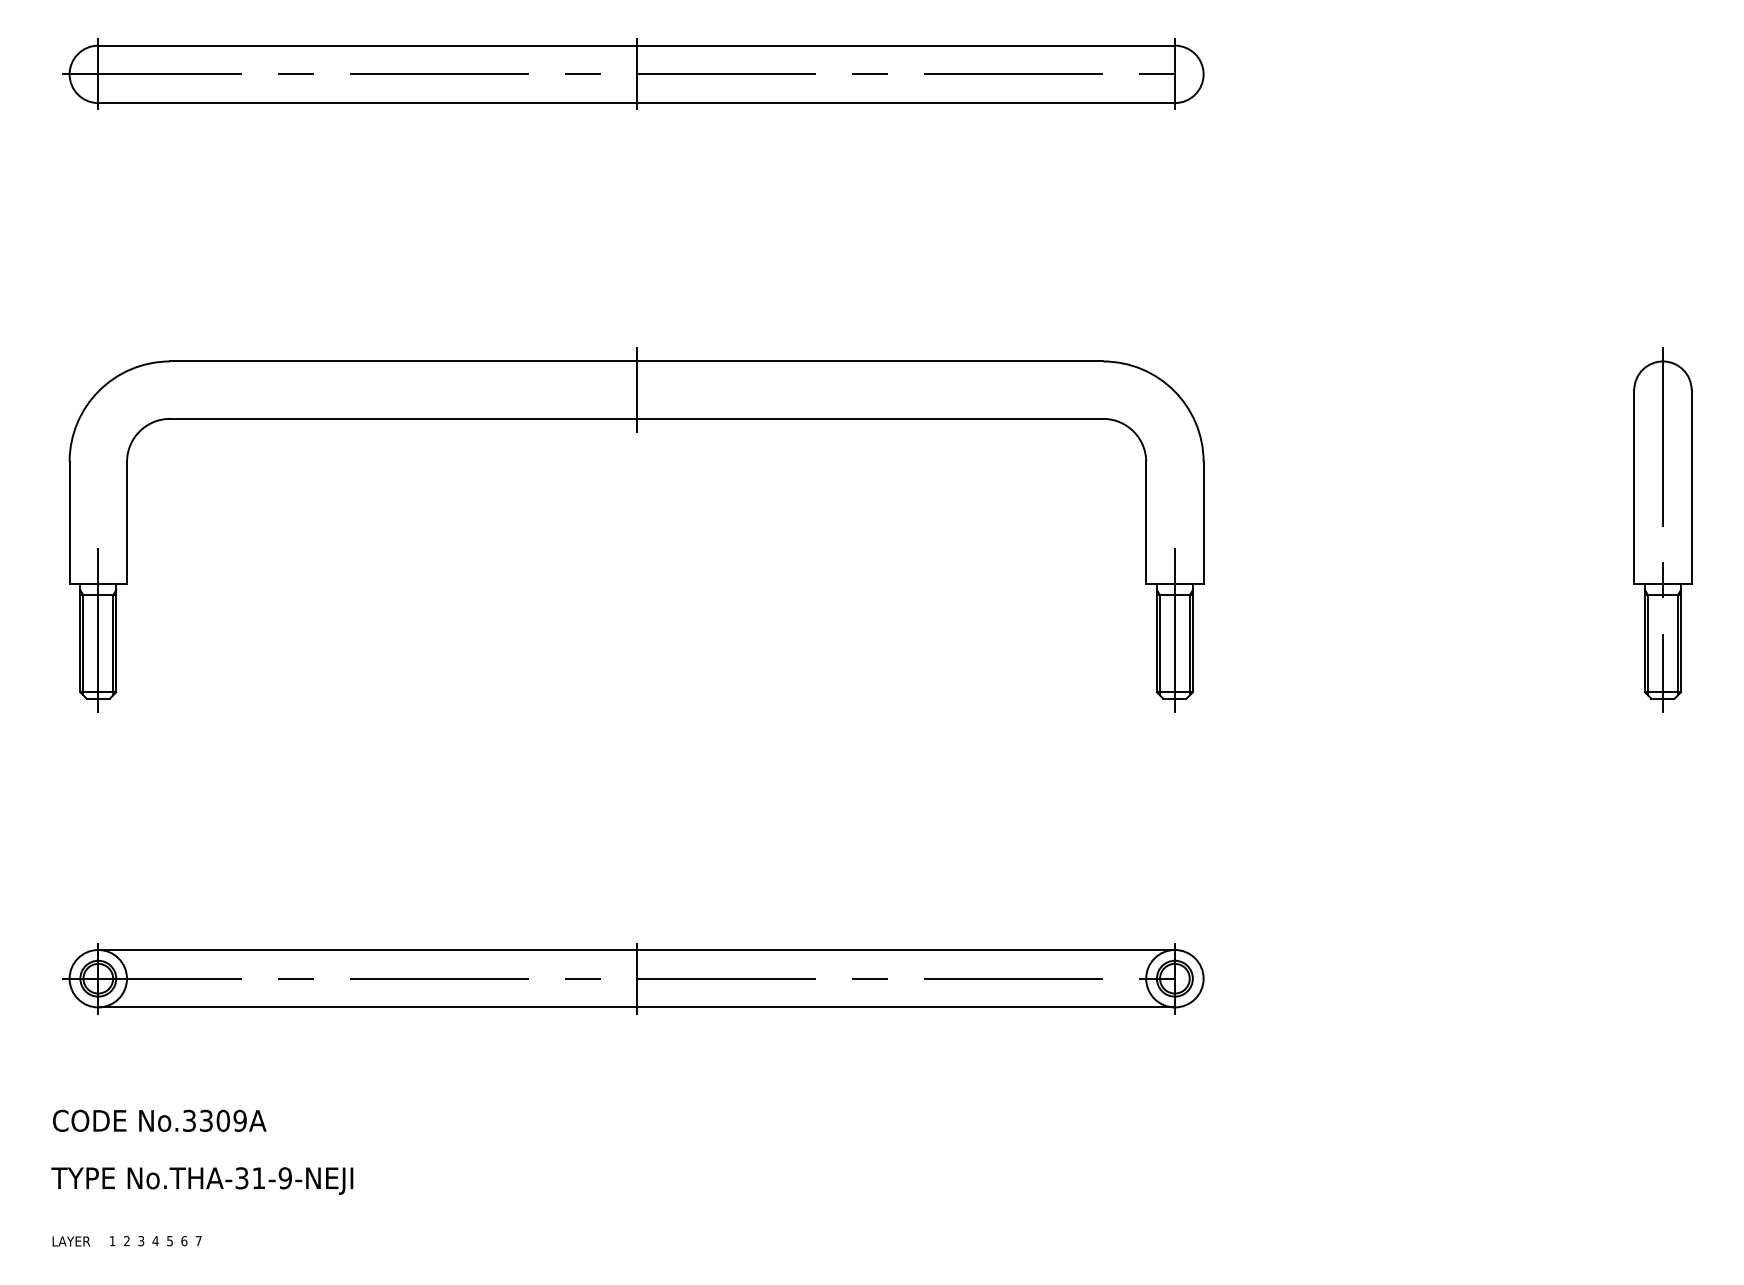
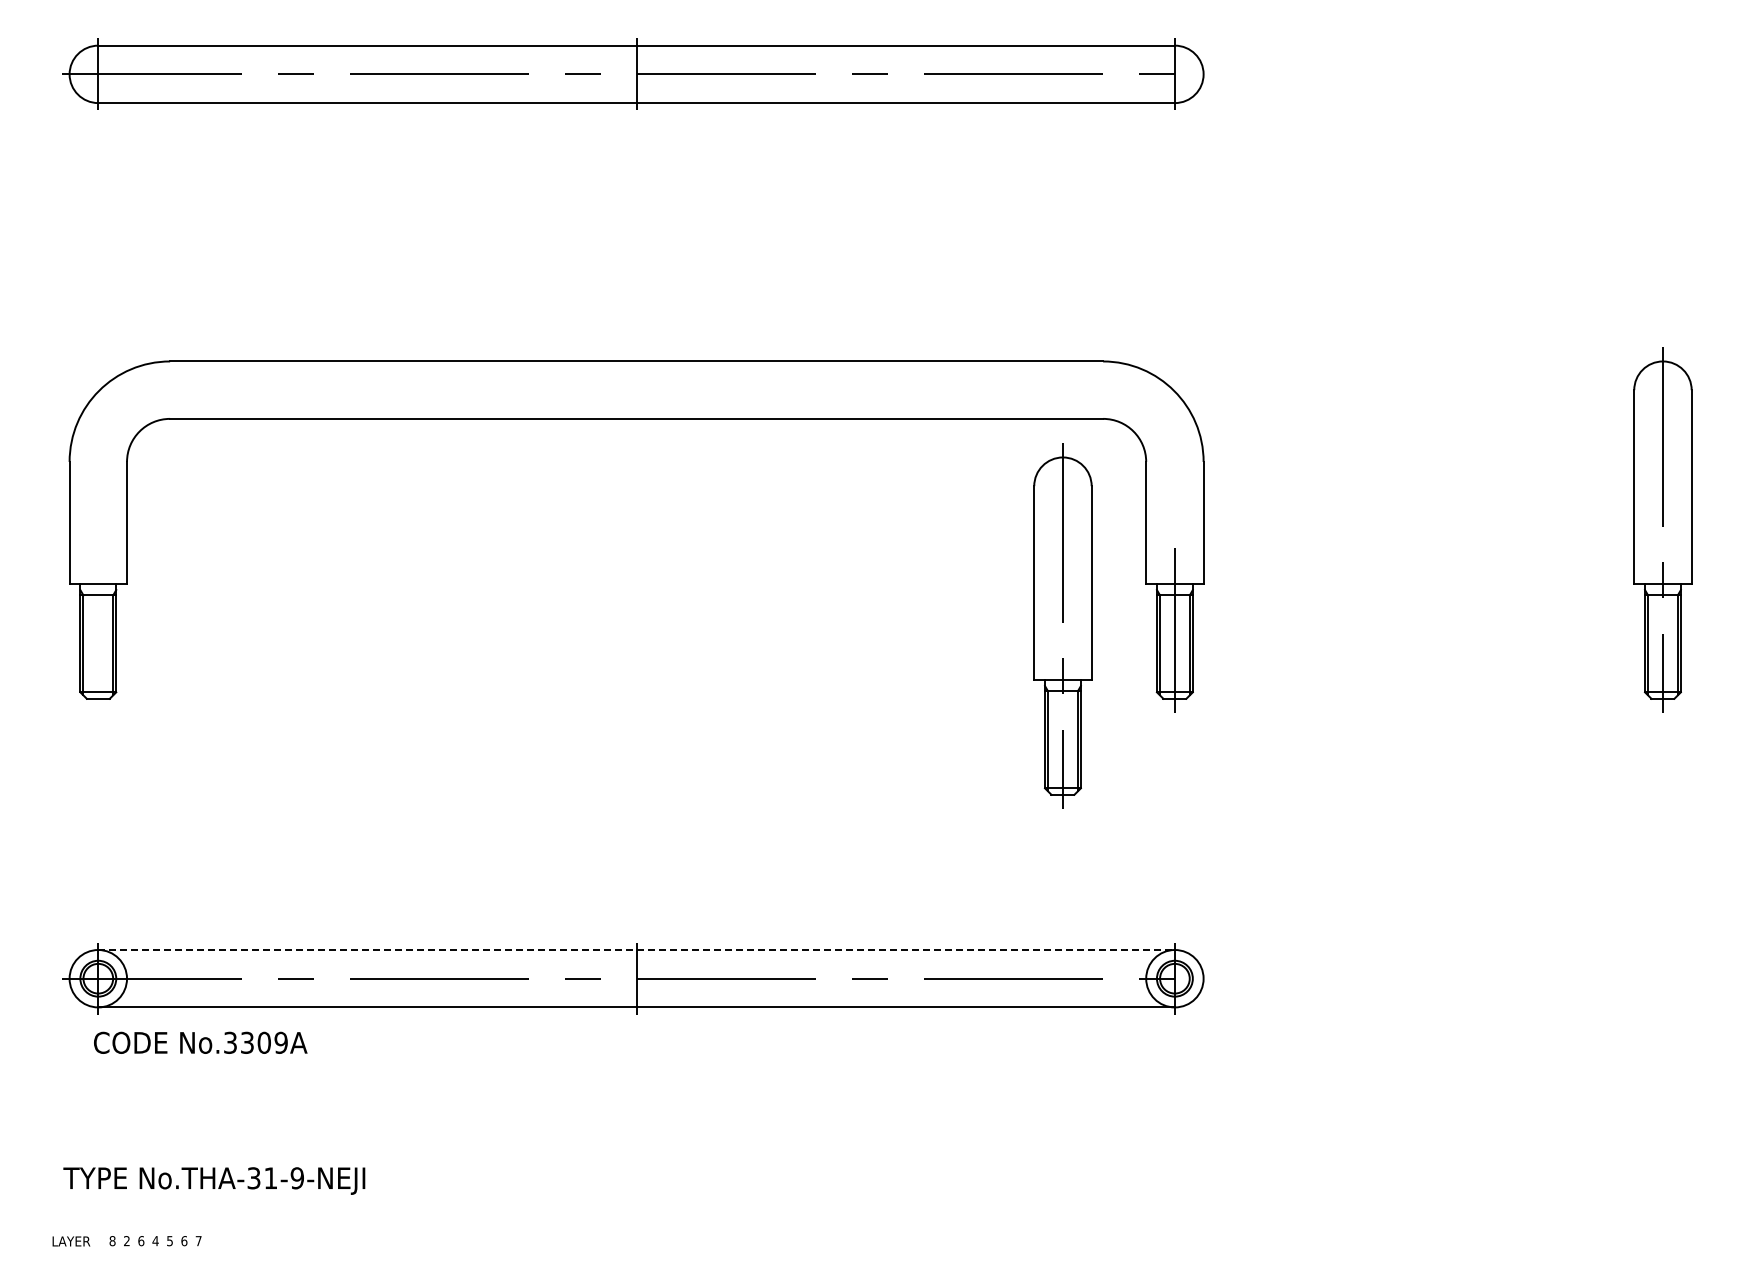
line at (636, 390): present -> none
part at (1062, 625): none -> present
line at (98, 630): present -> none
line at (637, 950): solid -> dashed
text at (159, 1120) position: (159, 1120) -> (200, 1042)
text at (202, 1180) position: (202, 1180) -> (214, 1180)
text at (112, 1241): 1 -> 8
text at (141, 1241): 3 -> 6
